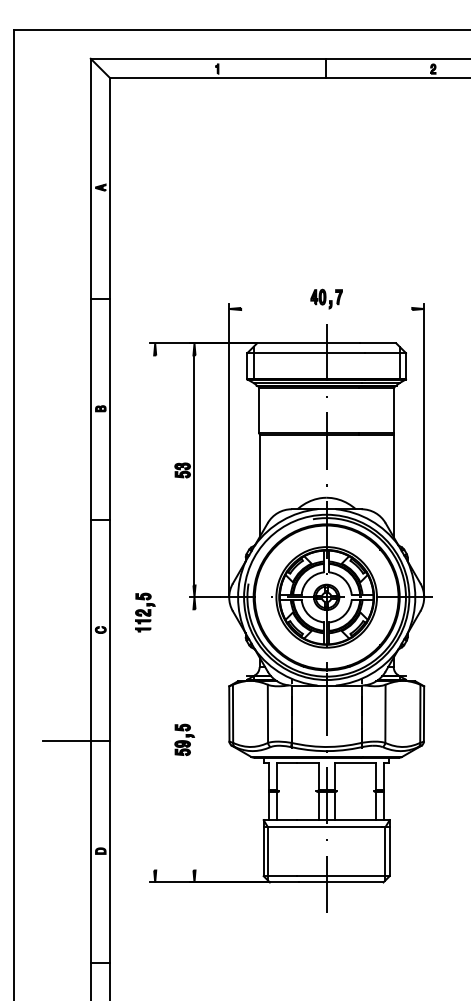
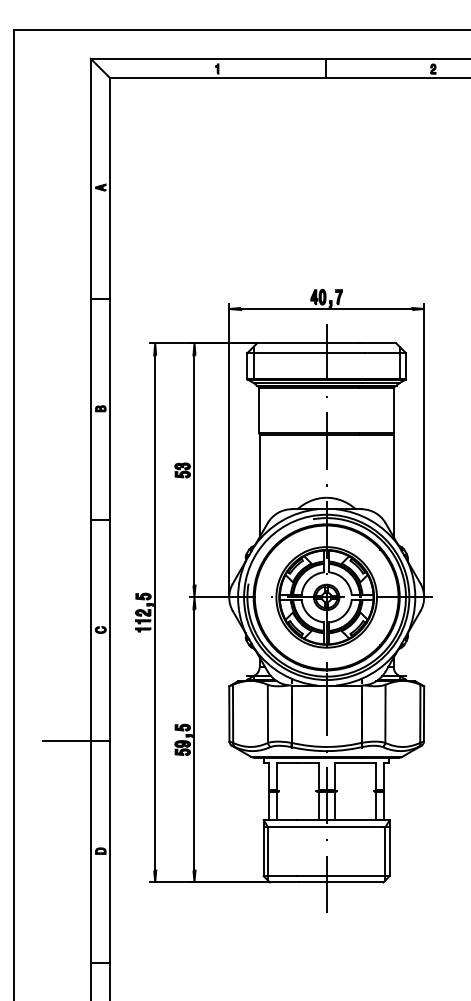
line at (326, 309): none -> present
line at (155, 612): none -> present
line at (194, 739): none -> present
